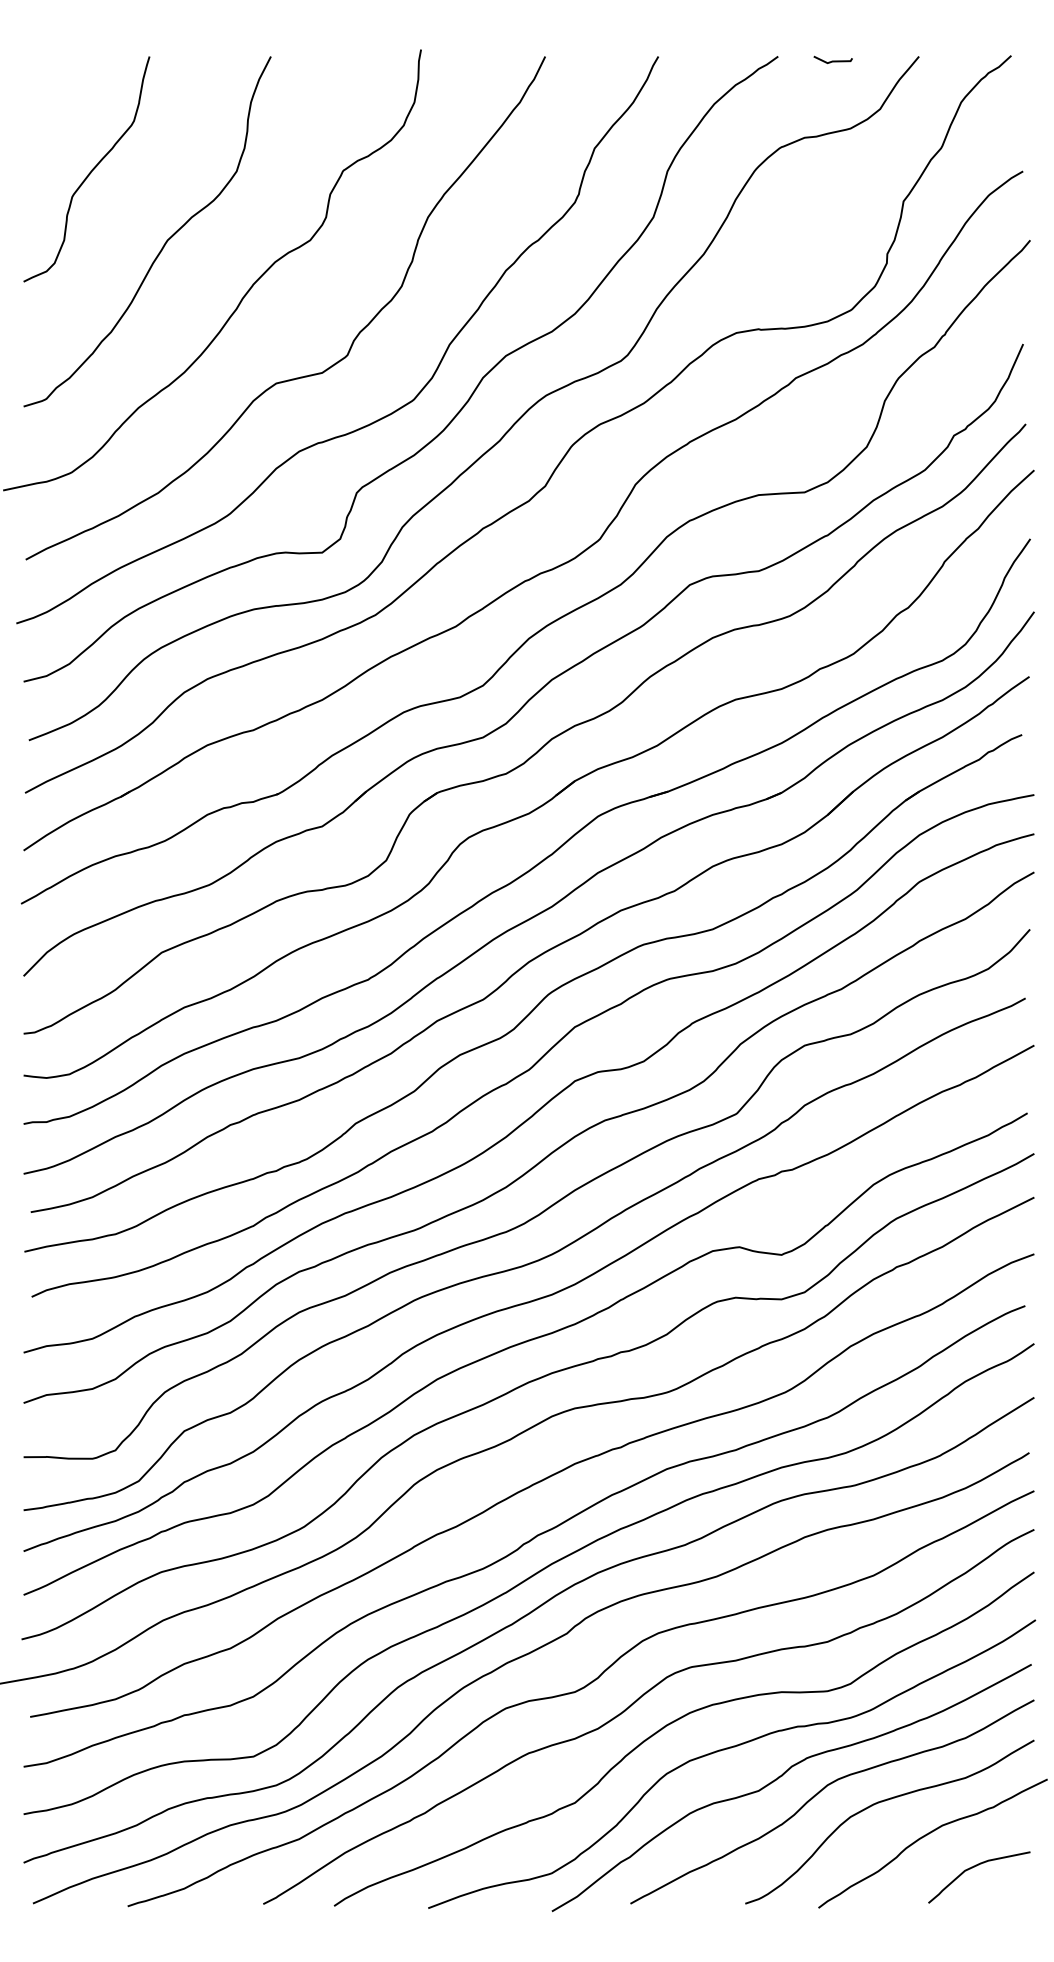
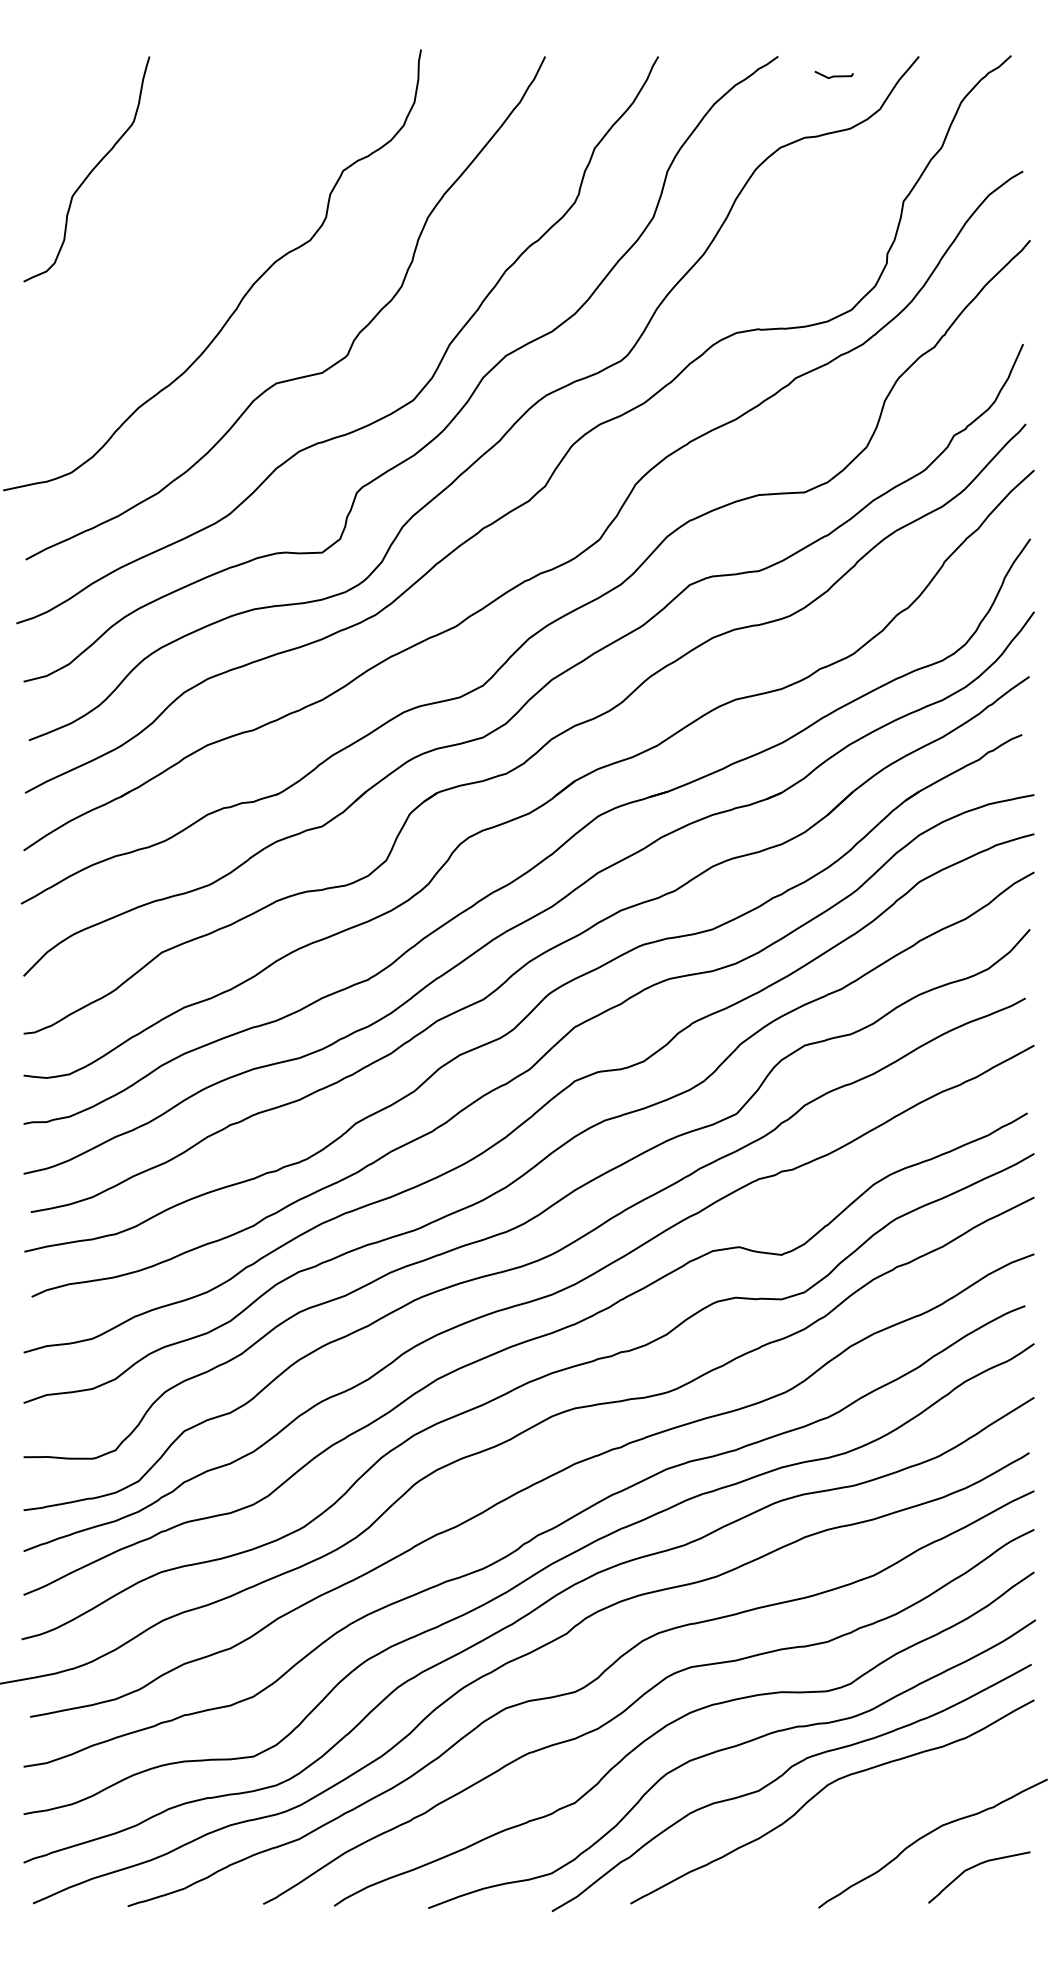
line at (832, 60) position: (832, 60) -> (833, 75)
curve at (165, 241): present -> none
curve at (882, 1802): present -> none
